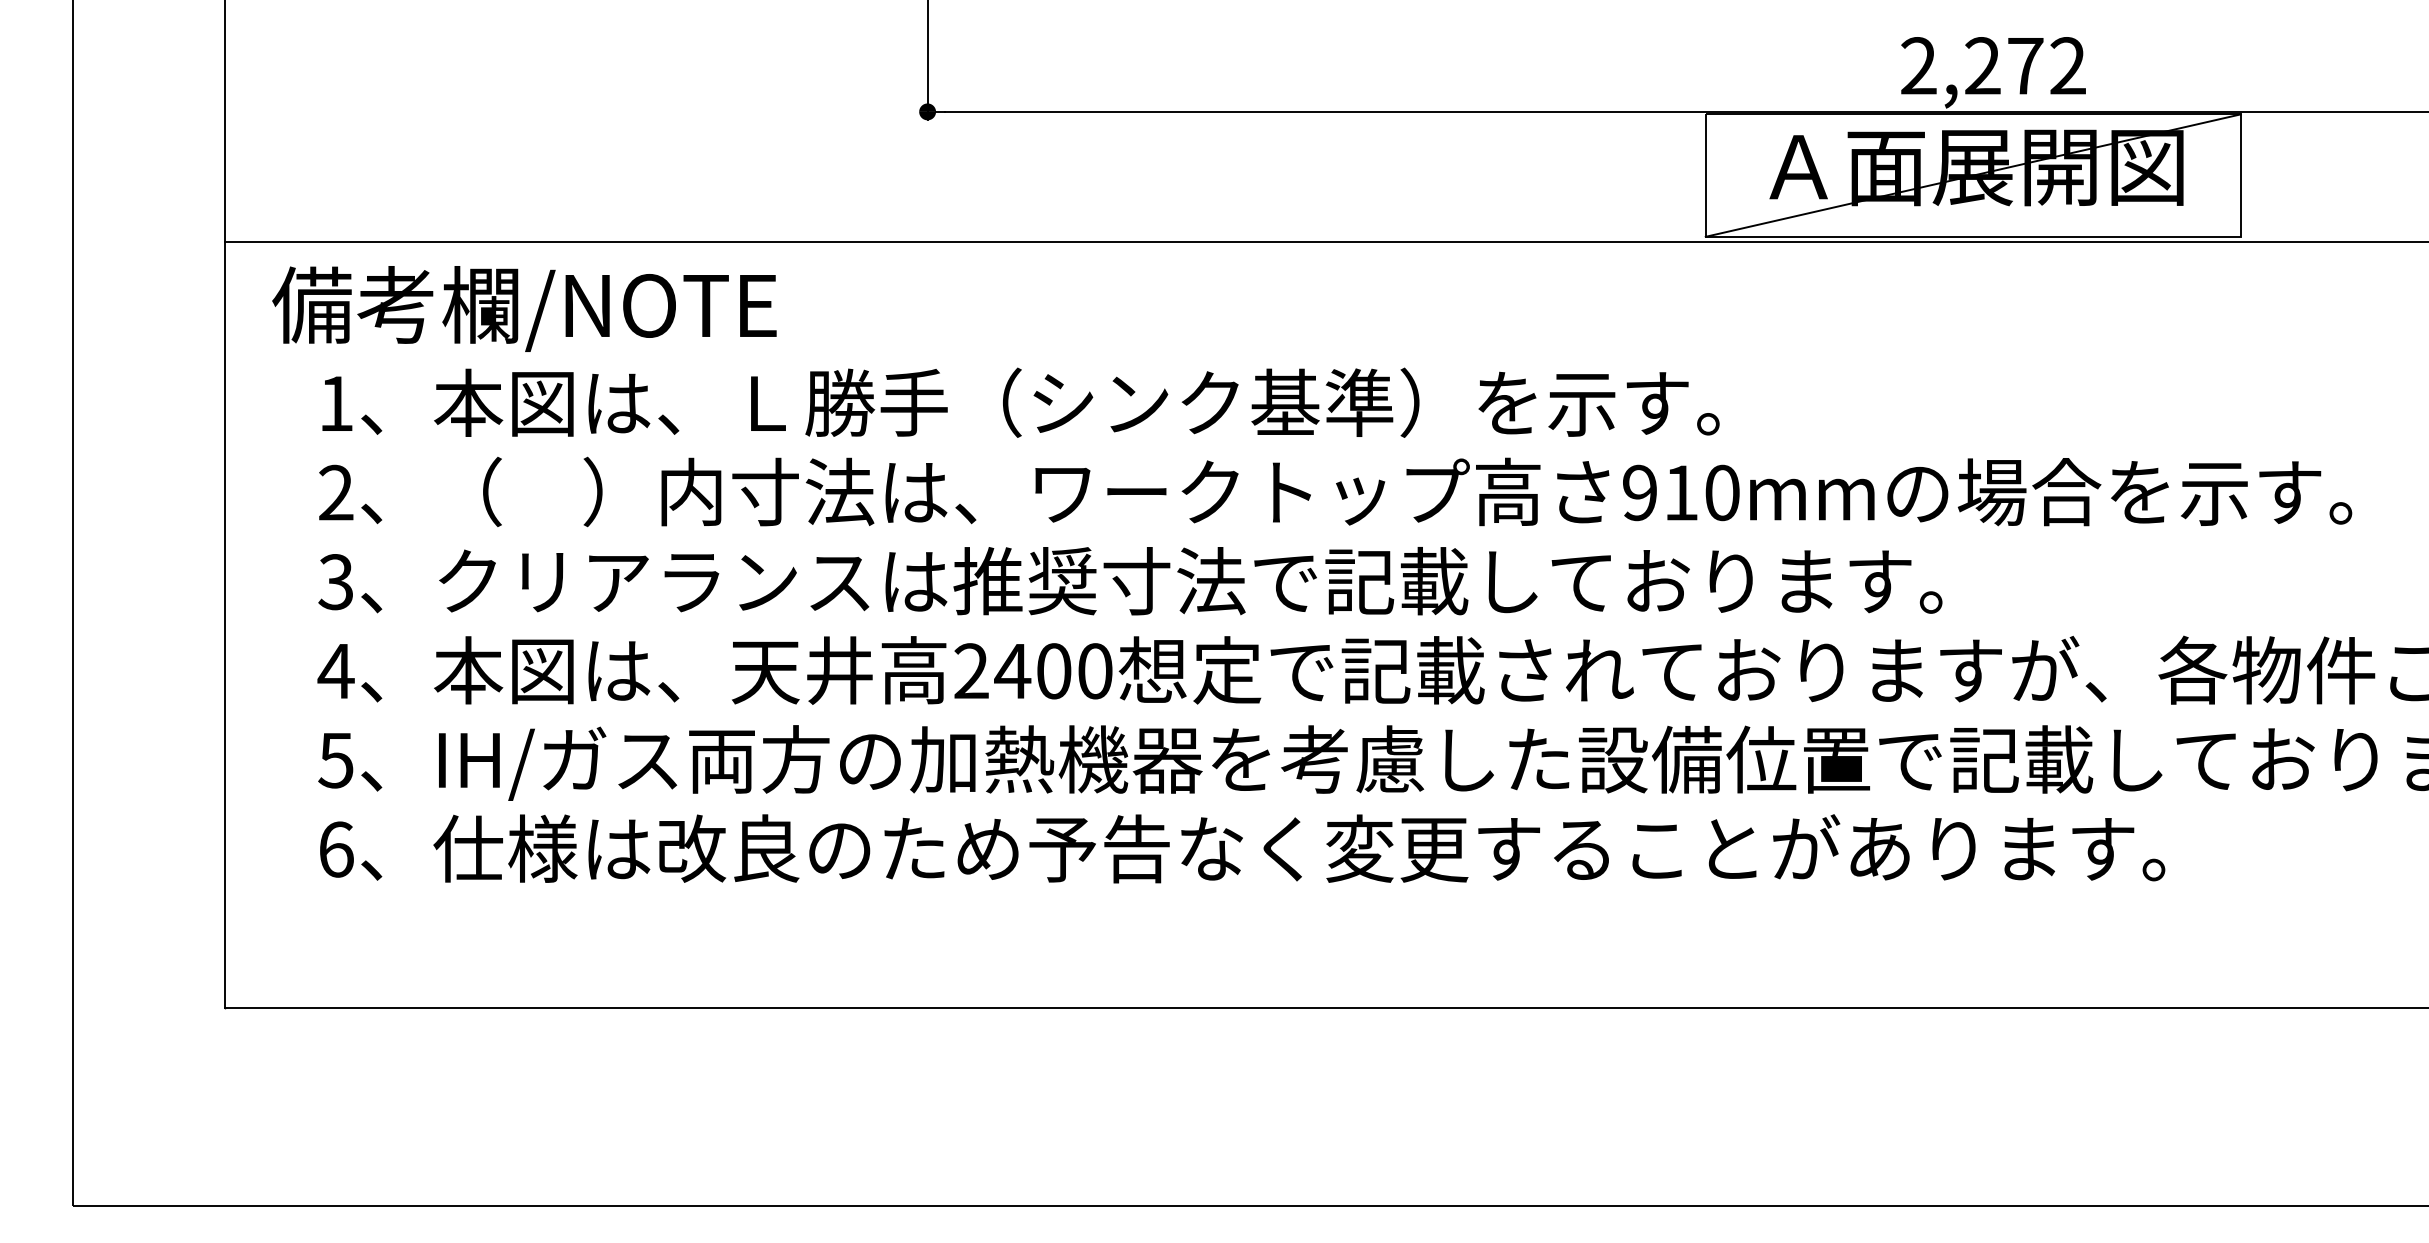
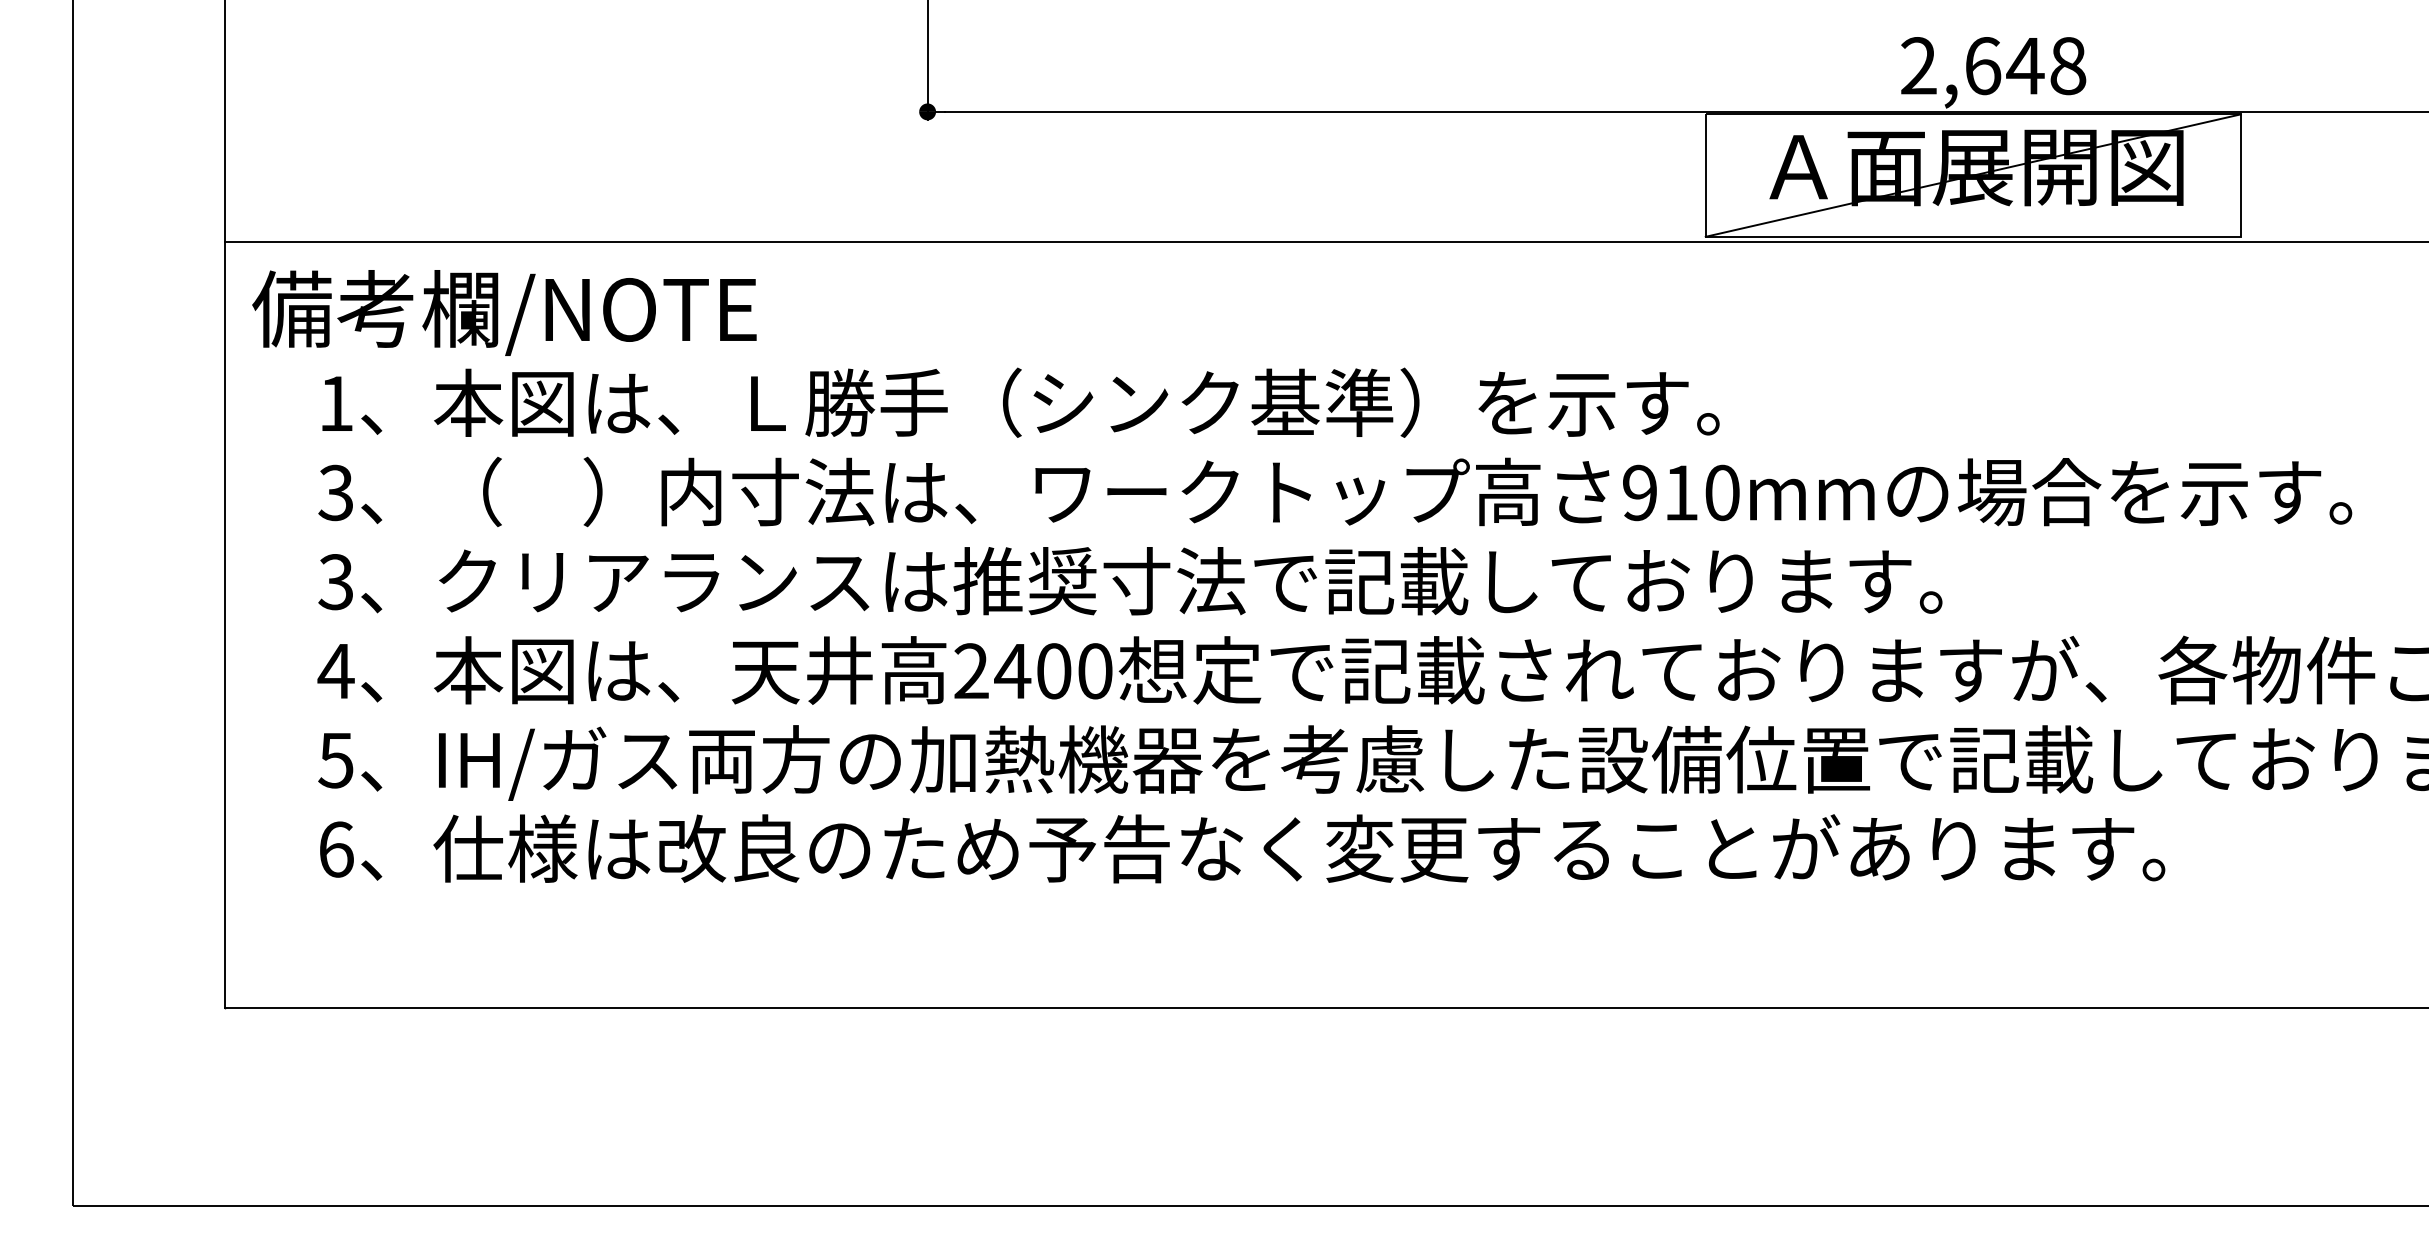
text at (2025, 66): 2,272 -> 2,648
text at (524, 308) position: (524, 308) -> (504, 312)
text at (335, 493): 2 -> 3
